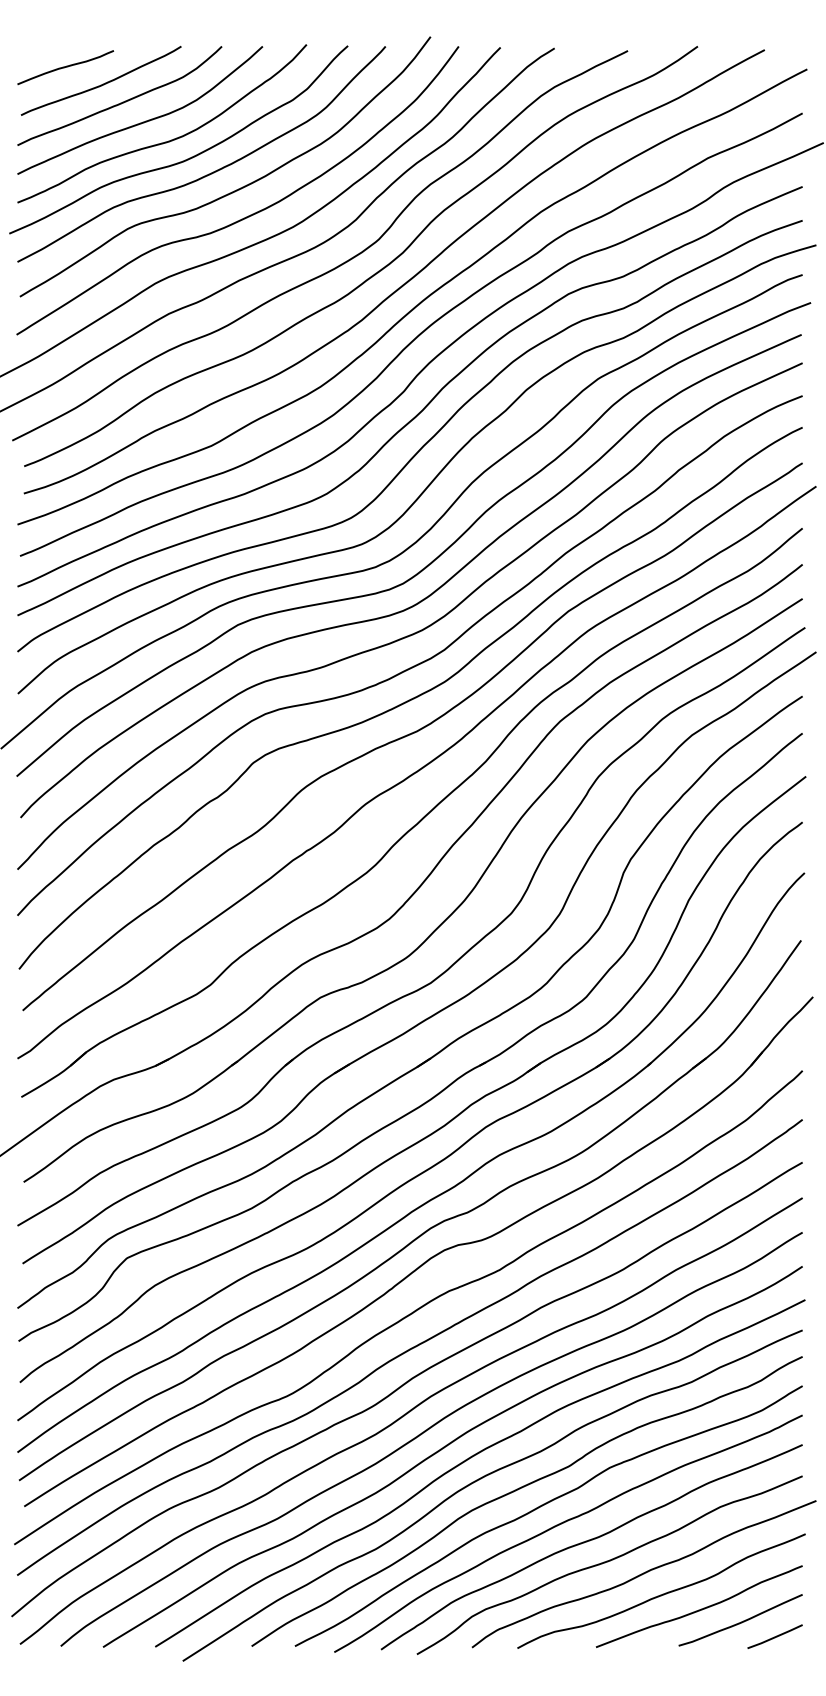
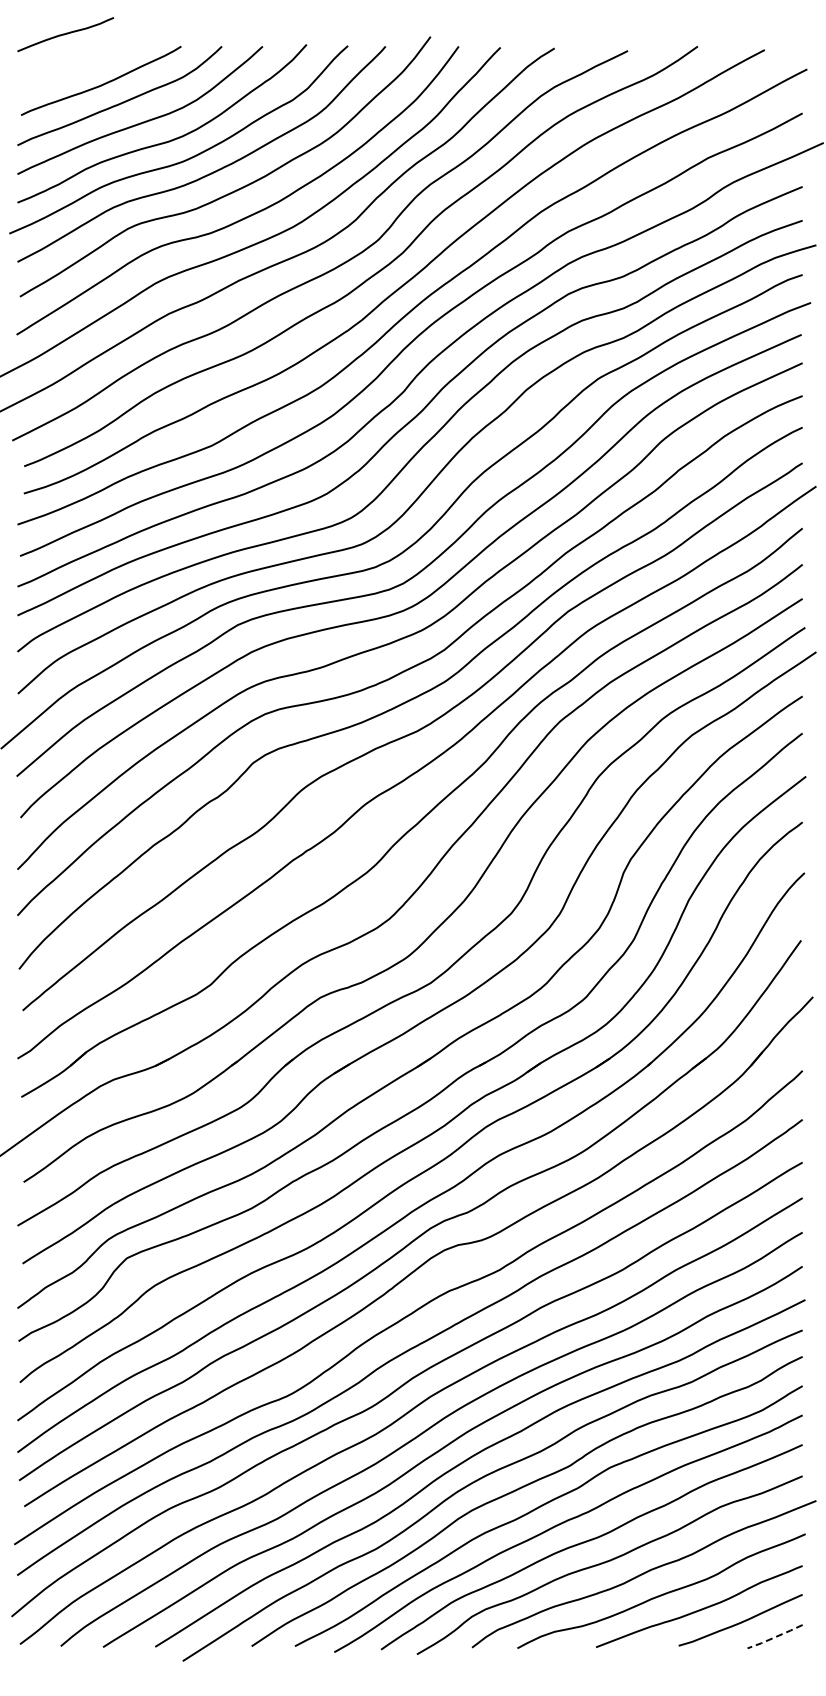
curve at (65, 67) position: (65, 67) -> (65, 34)
line at (775, 1637): solid -> dashed
